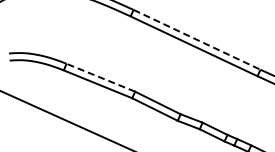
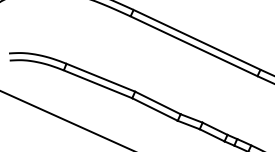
line at (197, 40): dashed -> solid
line at (100, 77): dashed -> solid
